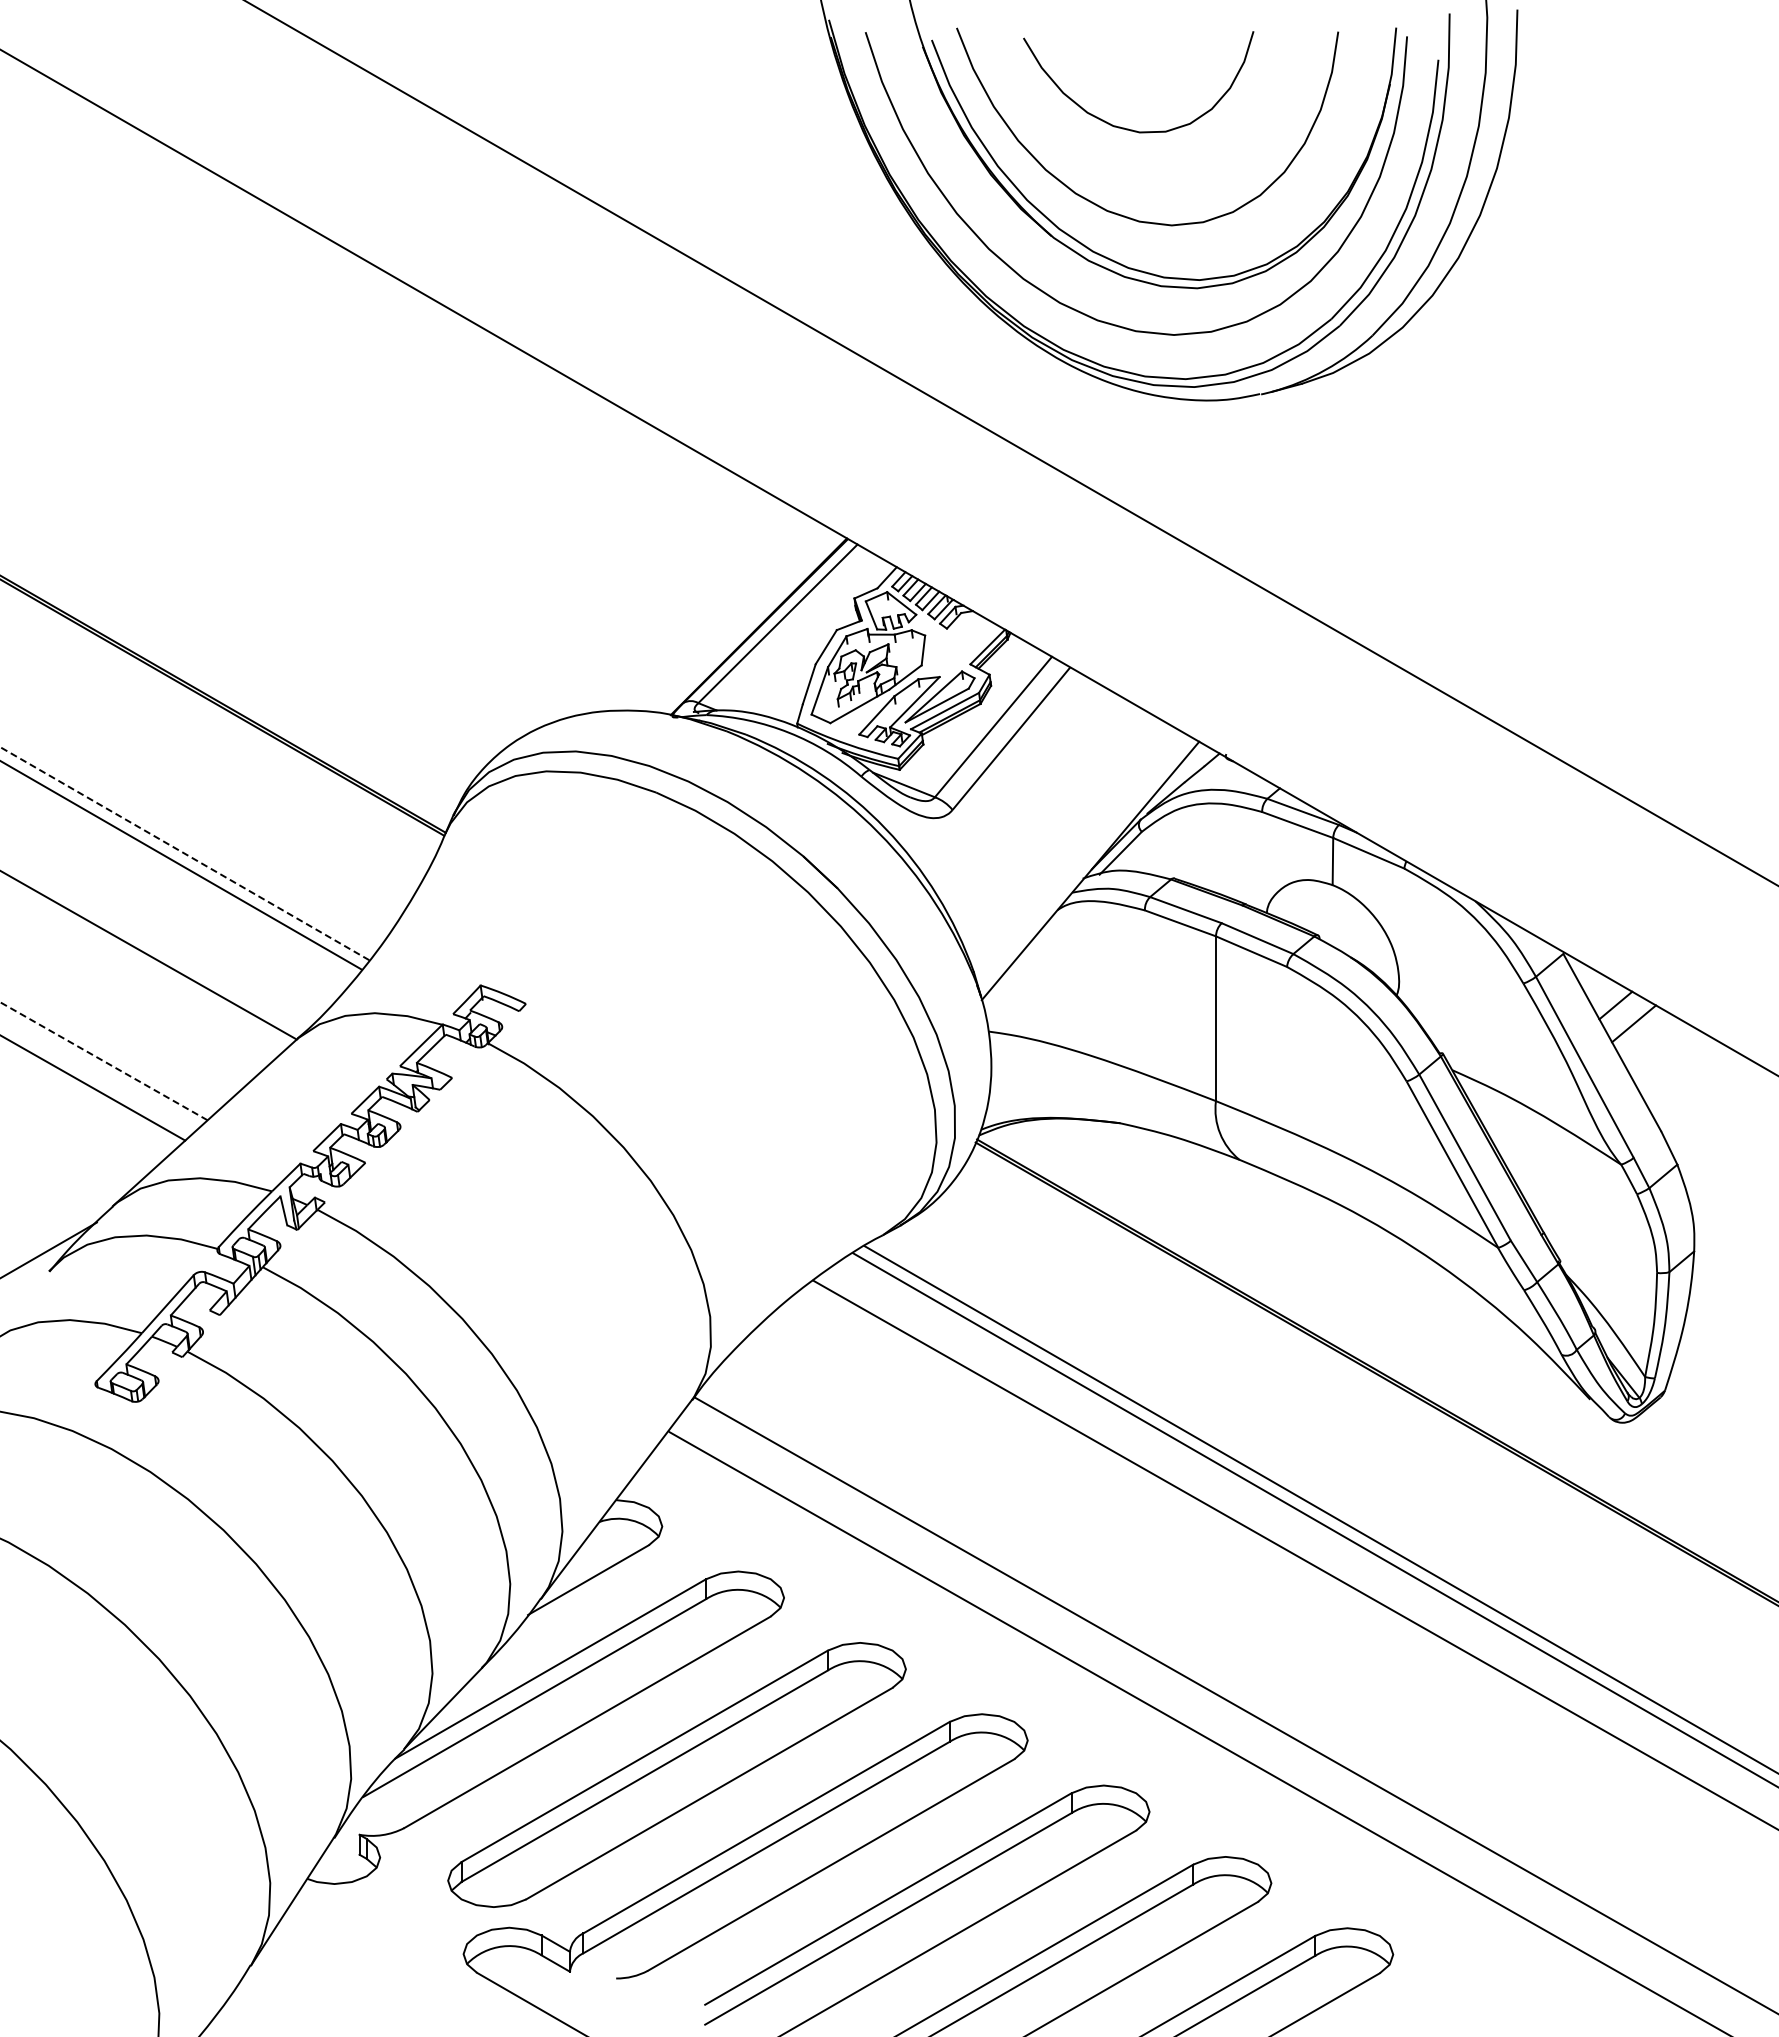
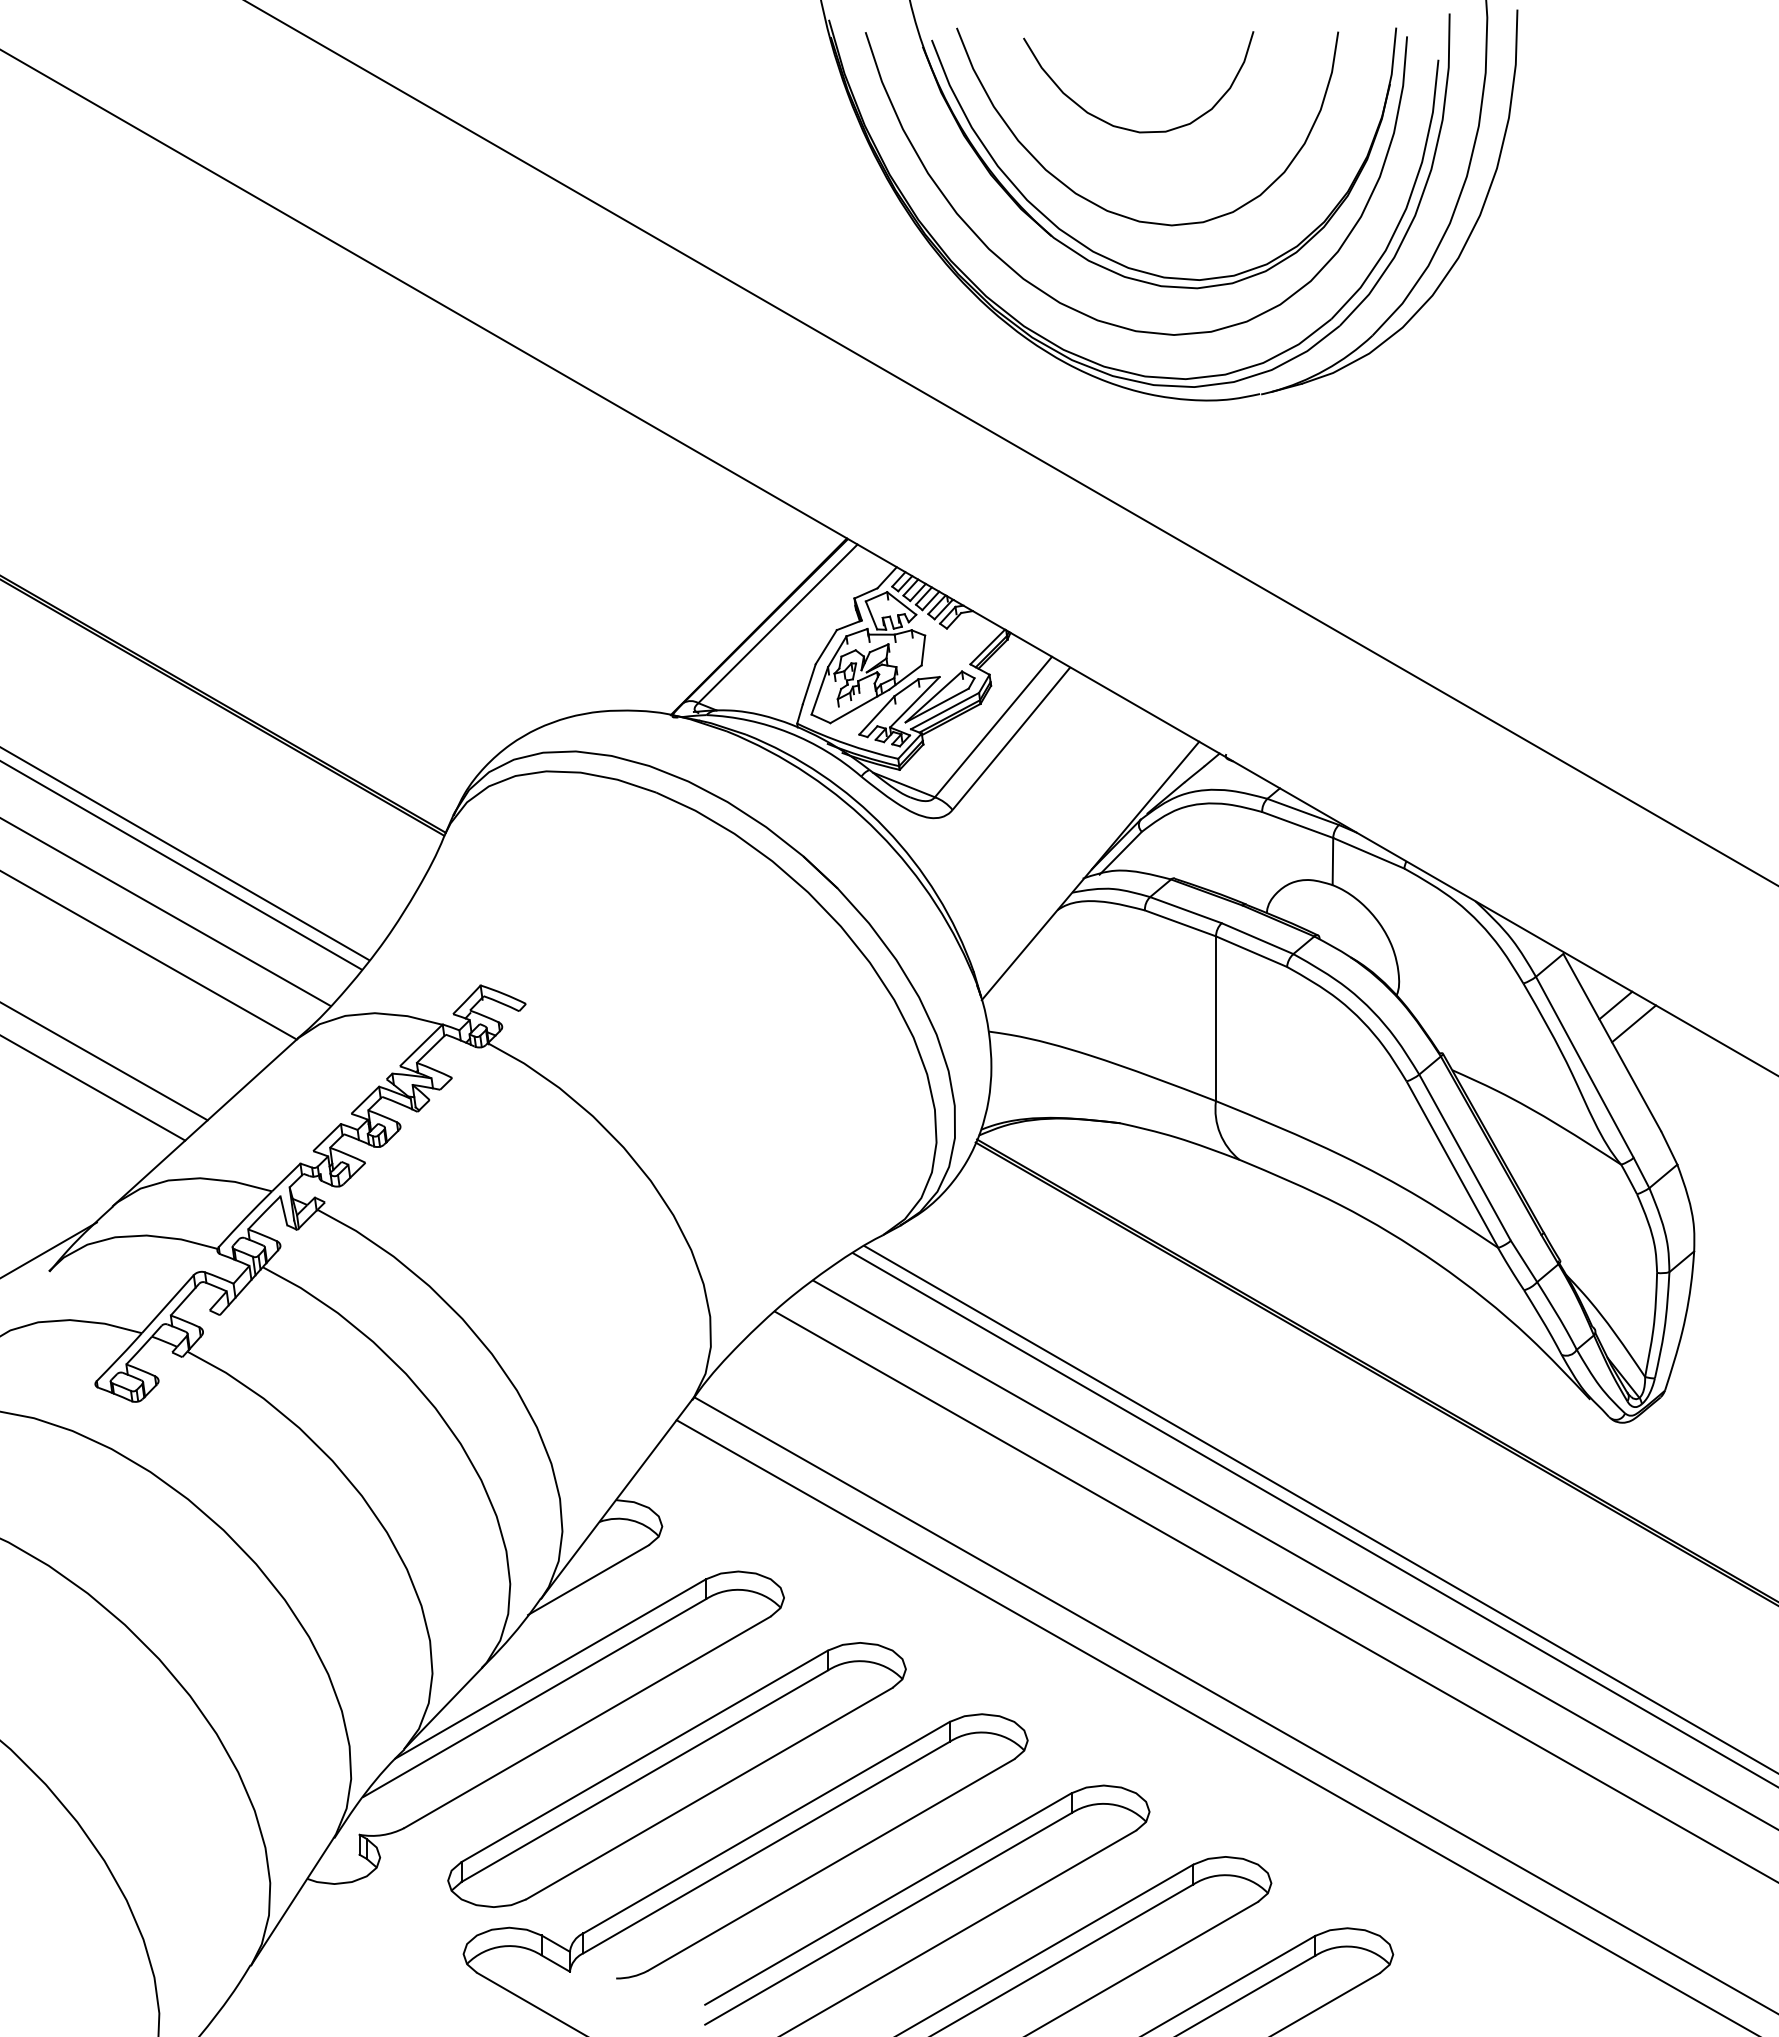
line at (184, 853): dashed -> solid
line at (166, 912): none -> present
line at (104, 1061): dashed -> solid
line at (1274, 1596): none -> present
line at (1197, 1732) position: (1197, 1732) -> (1215, 1726)
